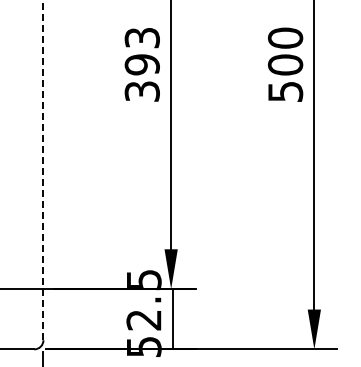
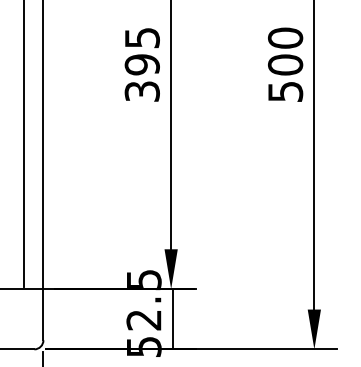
text at (141, 37): 393 -> 395
line at (23, 144): none -> present
line at (43, 170): dashed -> solid
